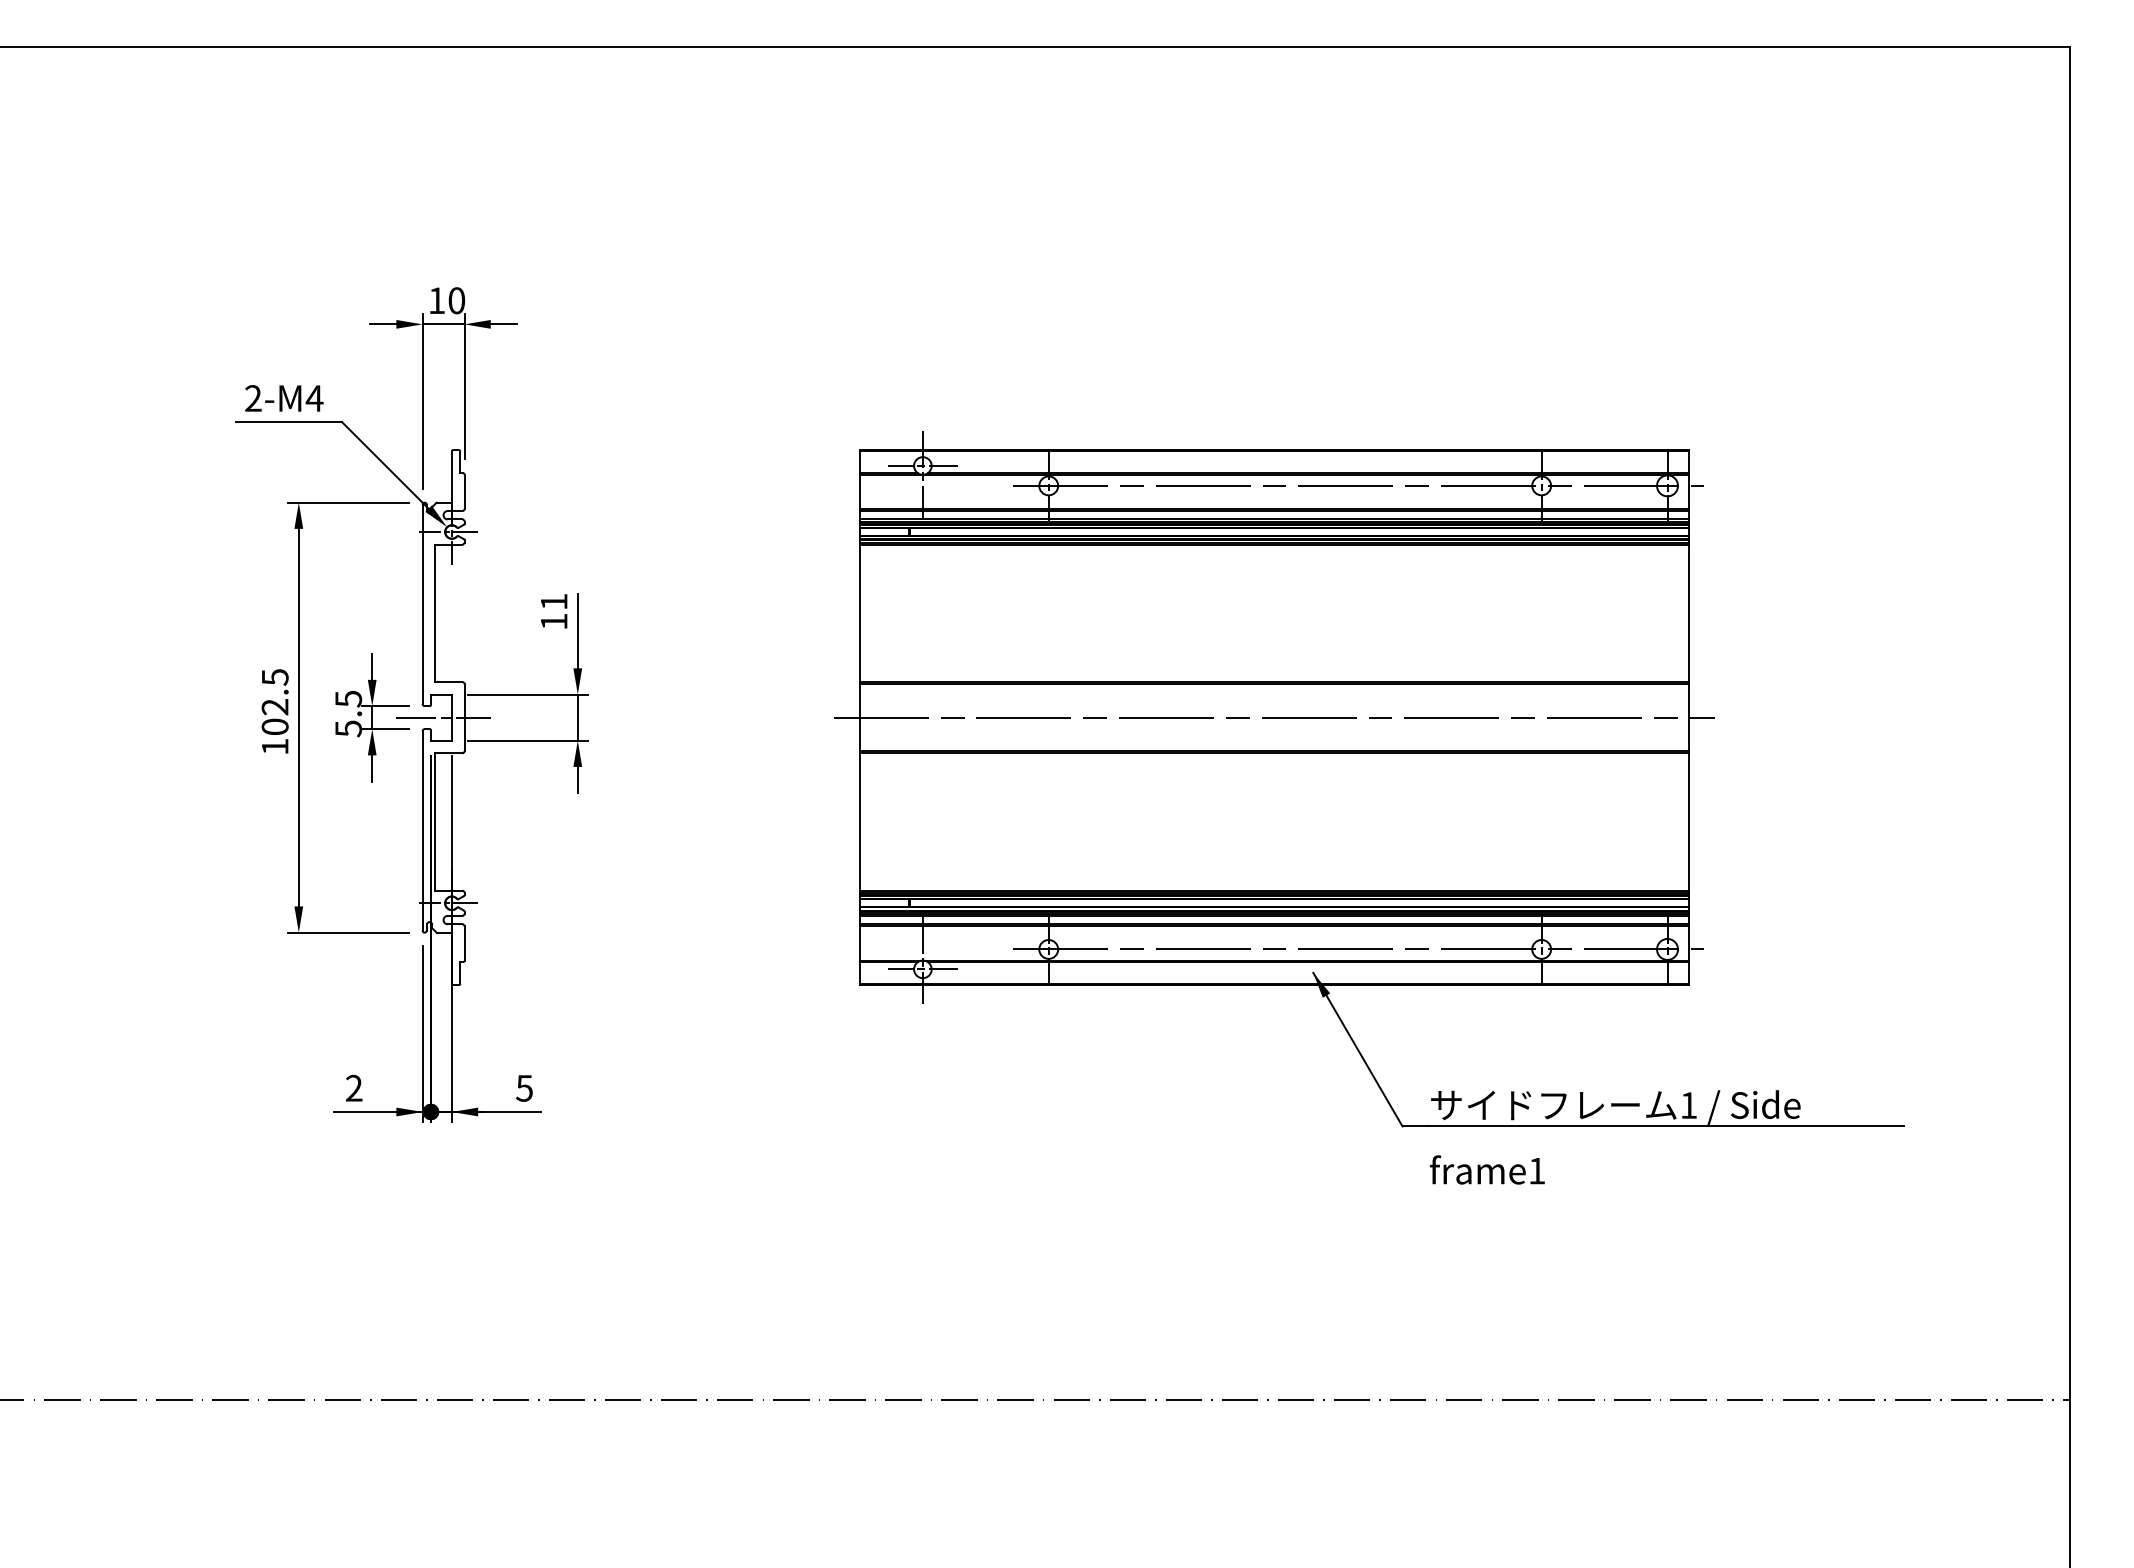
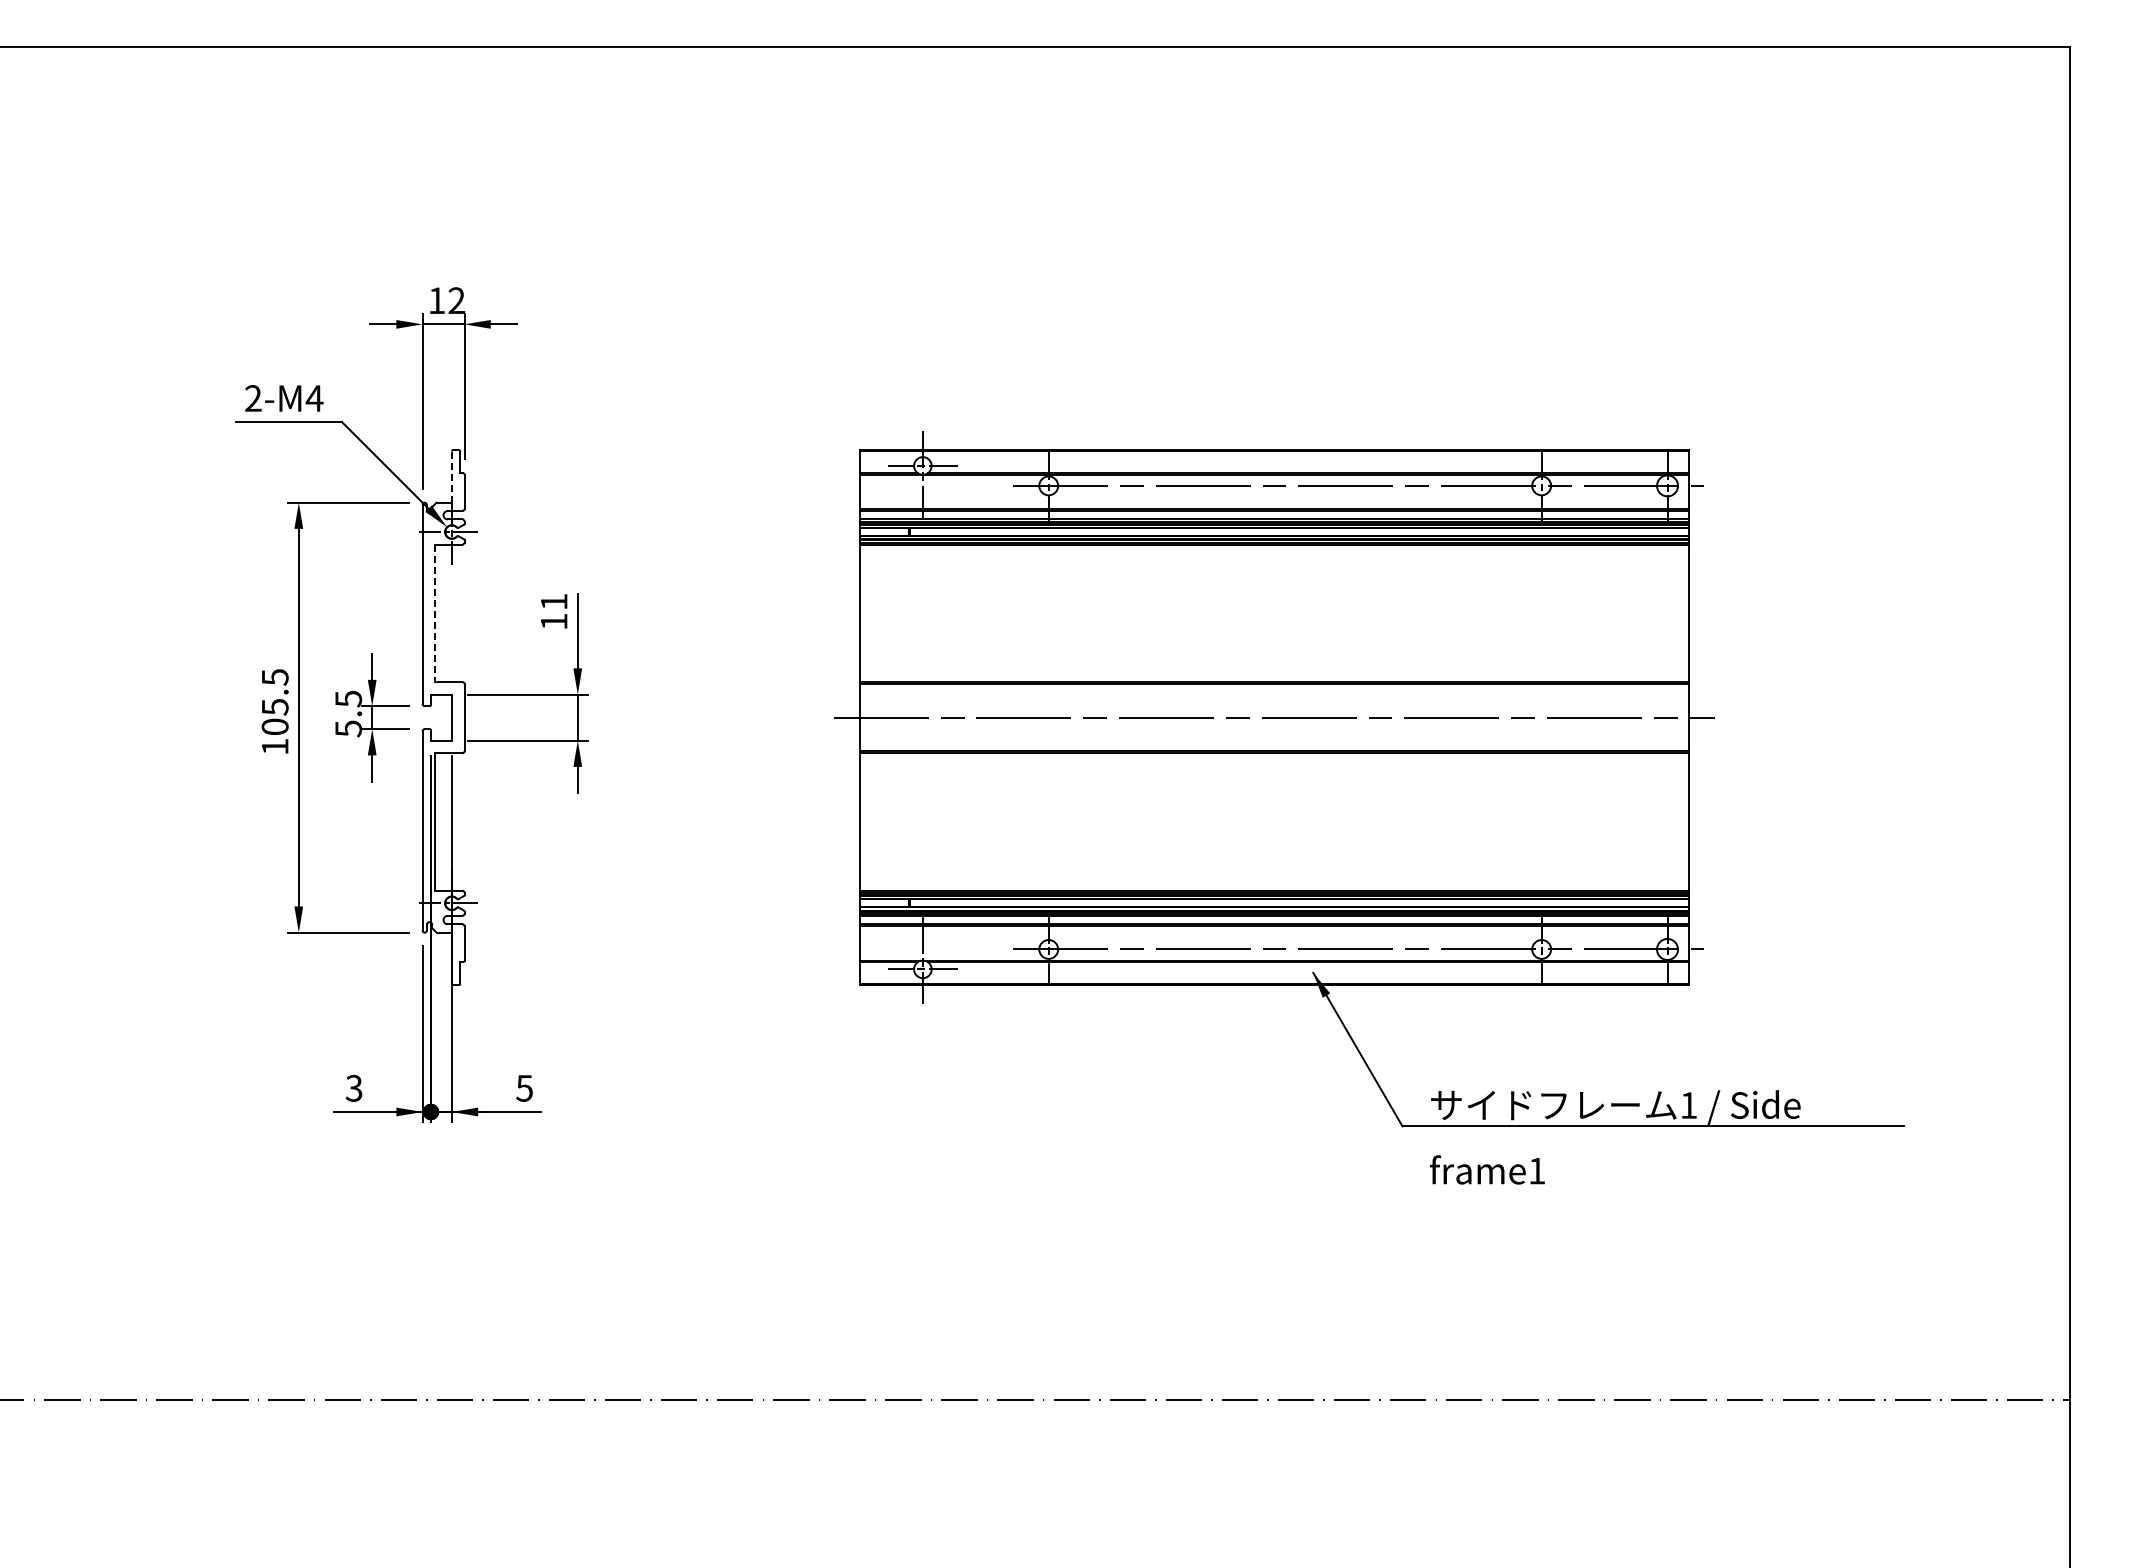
text at (456, 300): 10 -> 12
line at (451, 477): solid -> dashed
line at (435, 613): solid -> dashed
text at (274, 707): 102.5 -> 105.5
line at (443, 717): present -> none
text at (353, 1088): 2 -> 3
